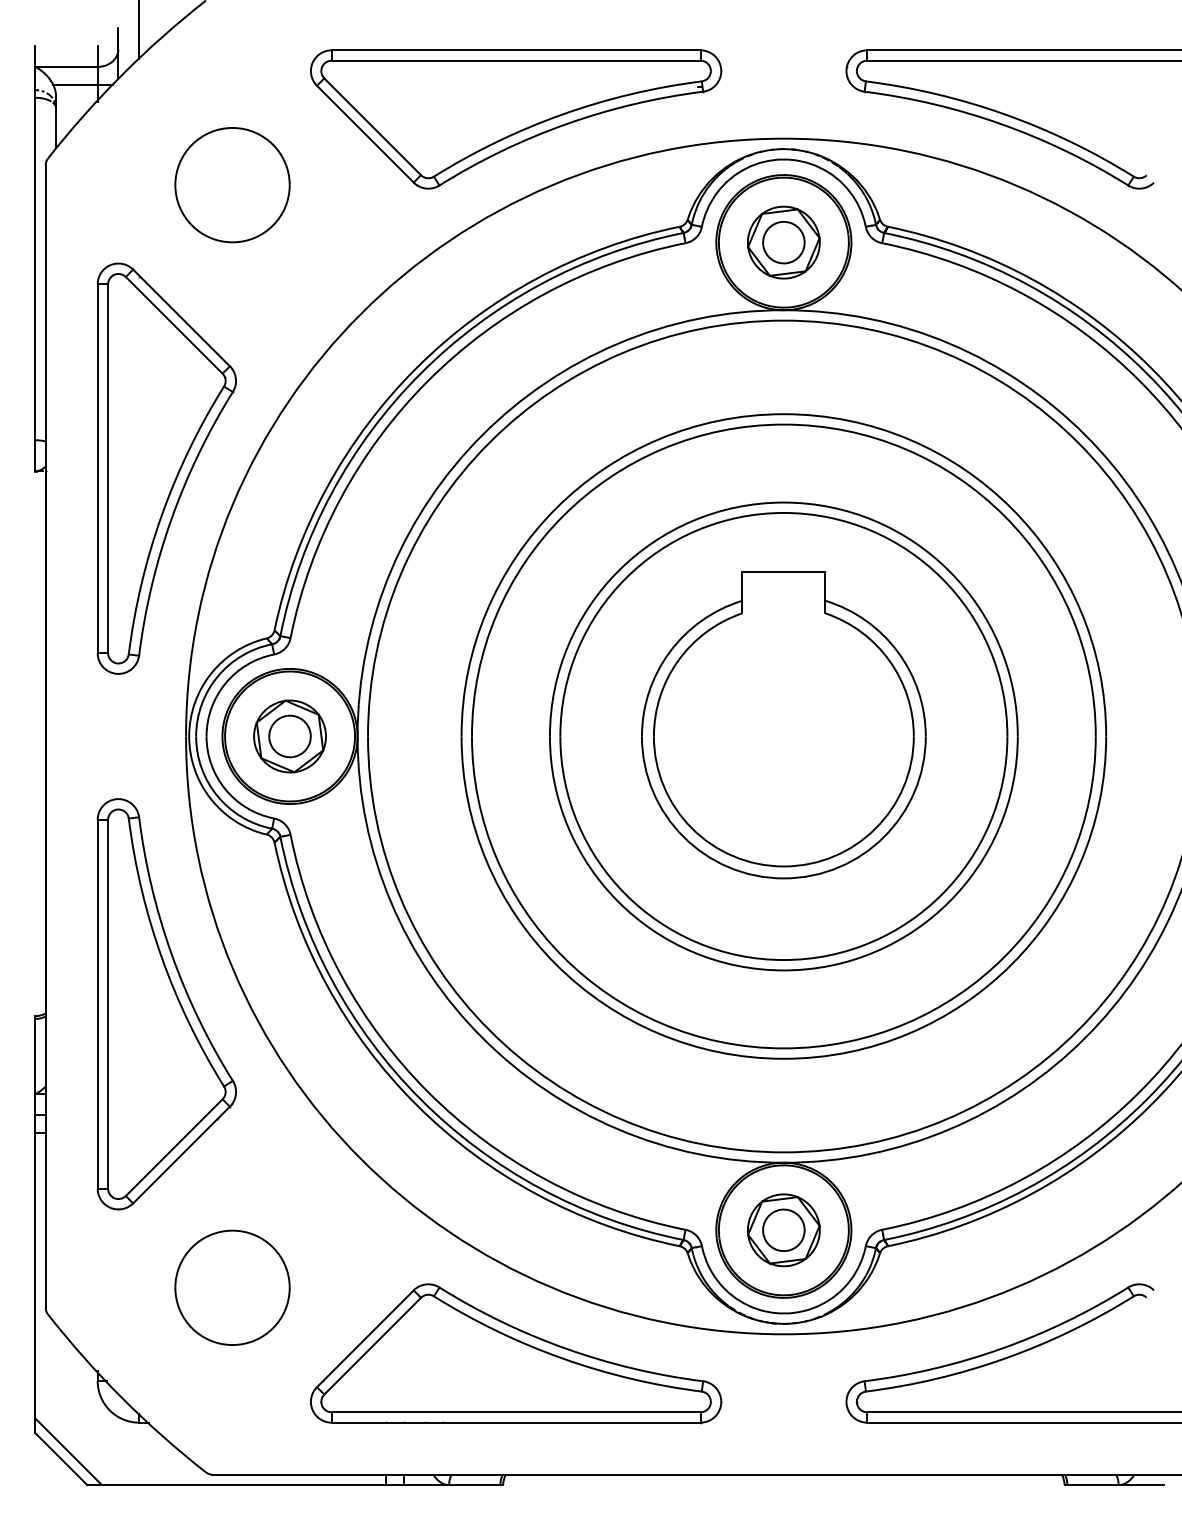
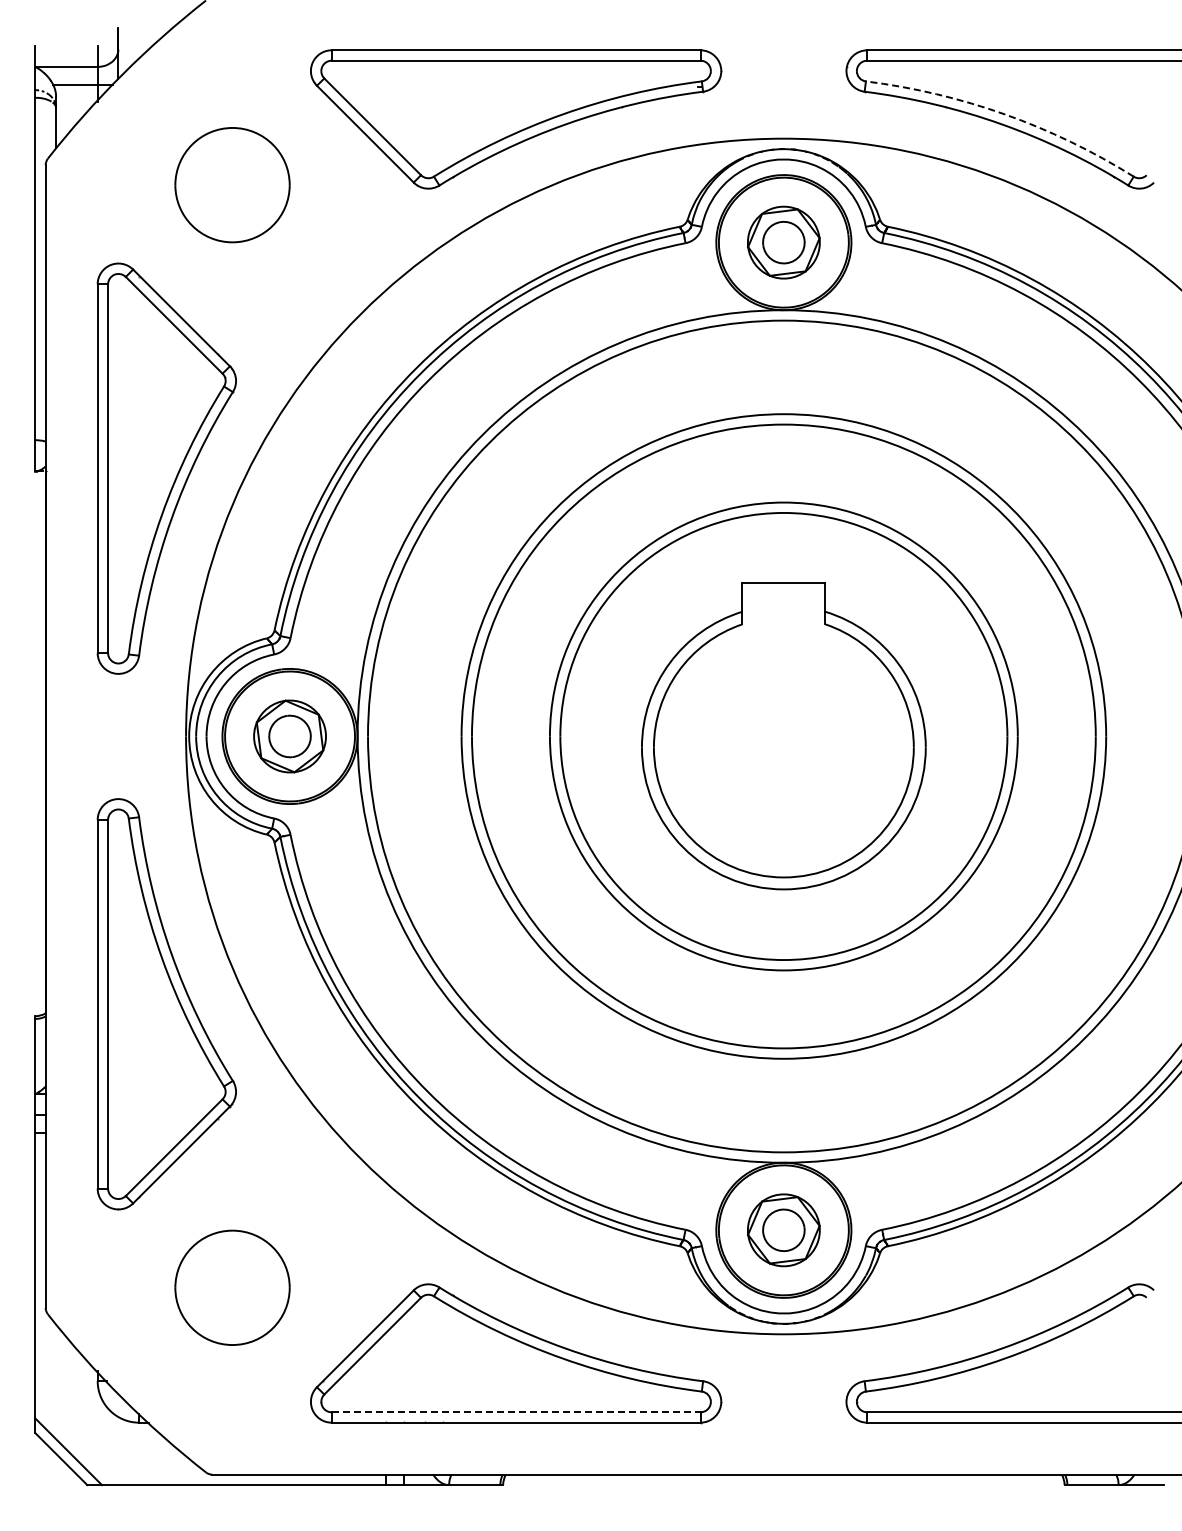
line at (139, 30): present -> none
arc at (1005, 114): solid -> dashed
part at (783, 725) position: (783, 725) -> (783, 736)
line at (516, 1412): solid -> dashed
